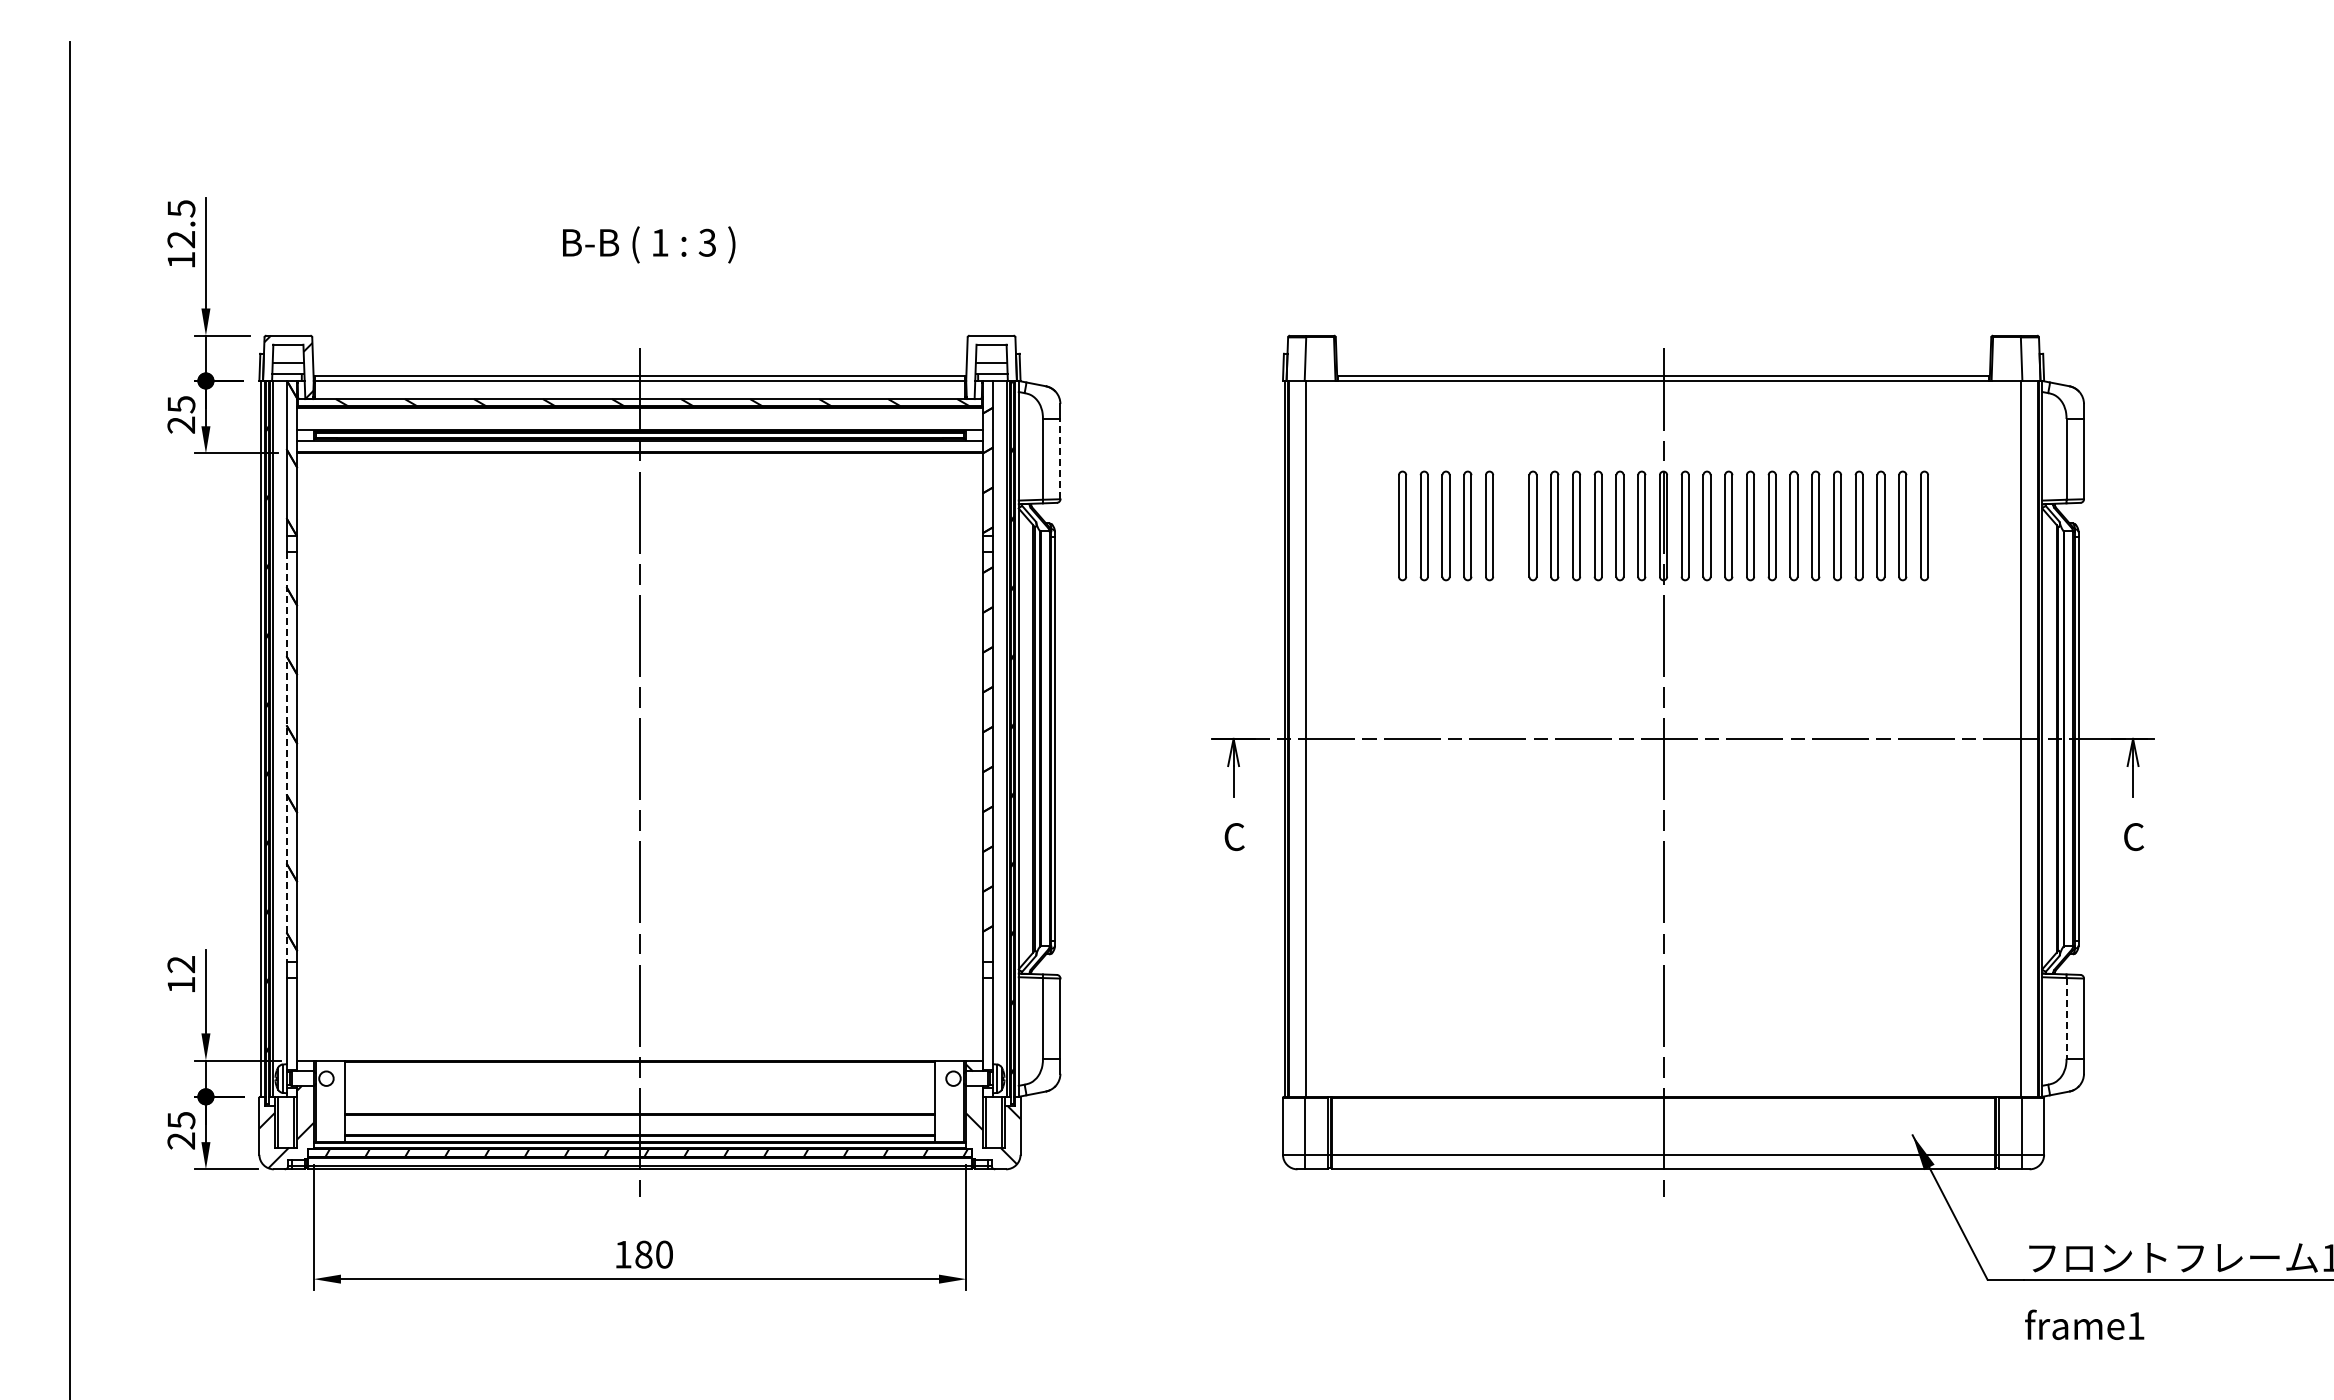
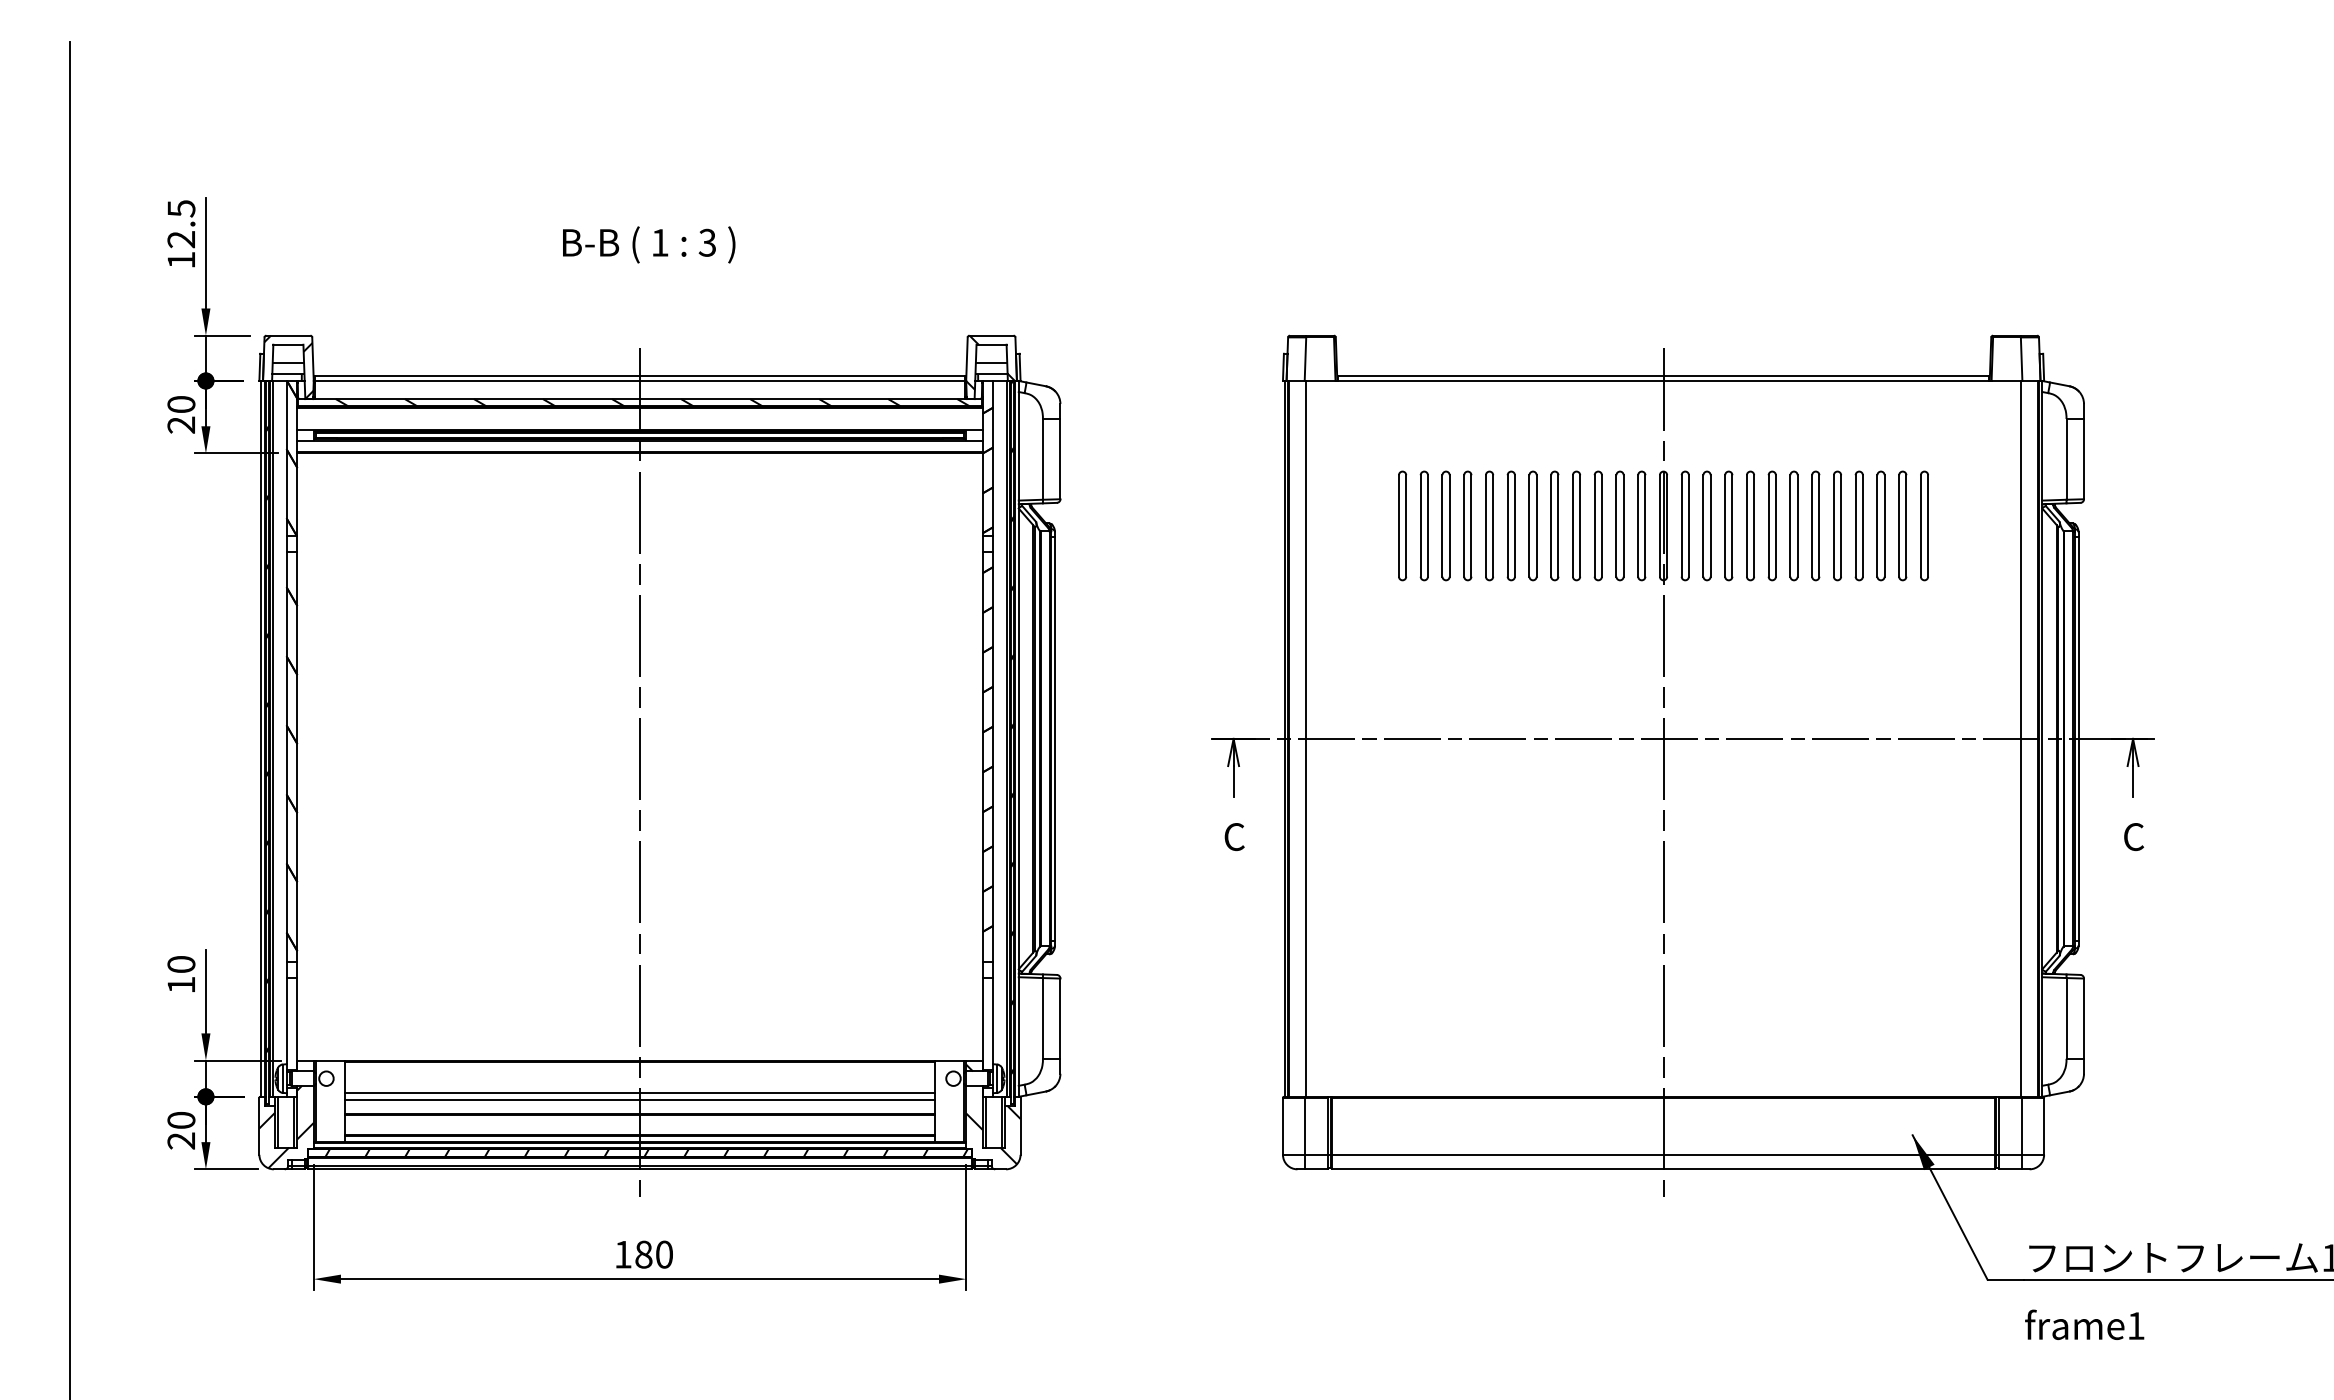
hatch at (990, 362): none -> present
text at (181, 404): 25 -> 20
line at (1060, 458): dashed -> solid
part at (1510, 525): none -> present
line at (286, 757): dashed -> solid
text at (181, 964): 12 -> 10
line at (2066, 1018): dashed -> solid
line at (639, 1093): none -> present
line at (639, 1100): none -> present
text at (181, 1120): 25 -> 20
